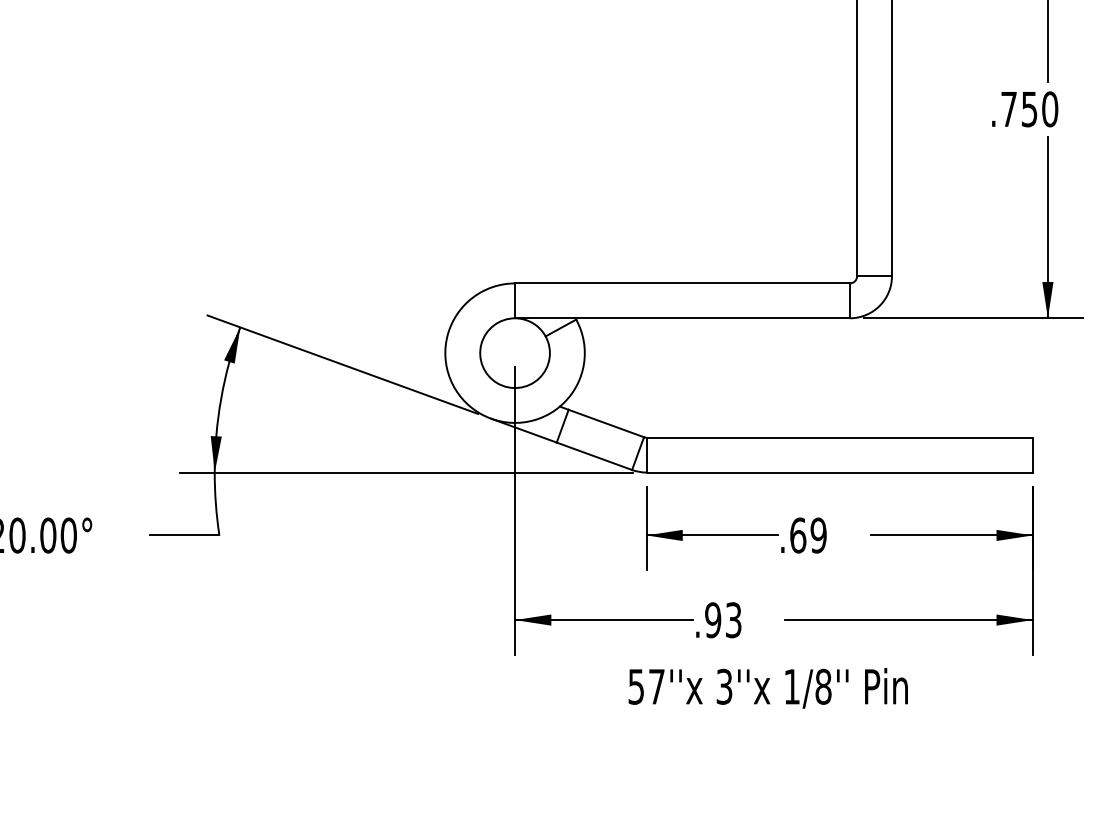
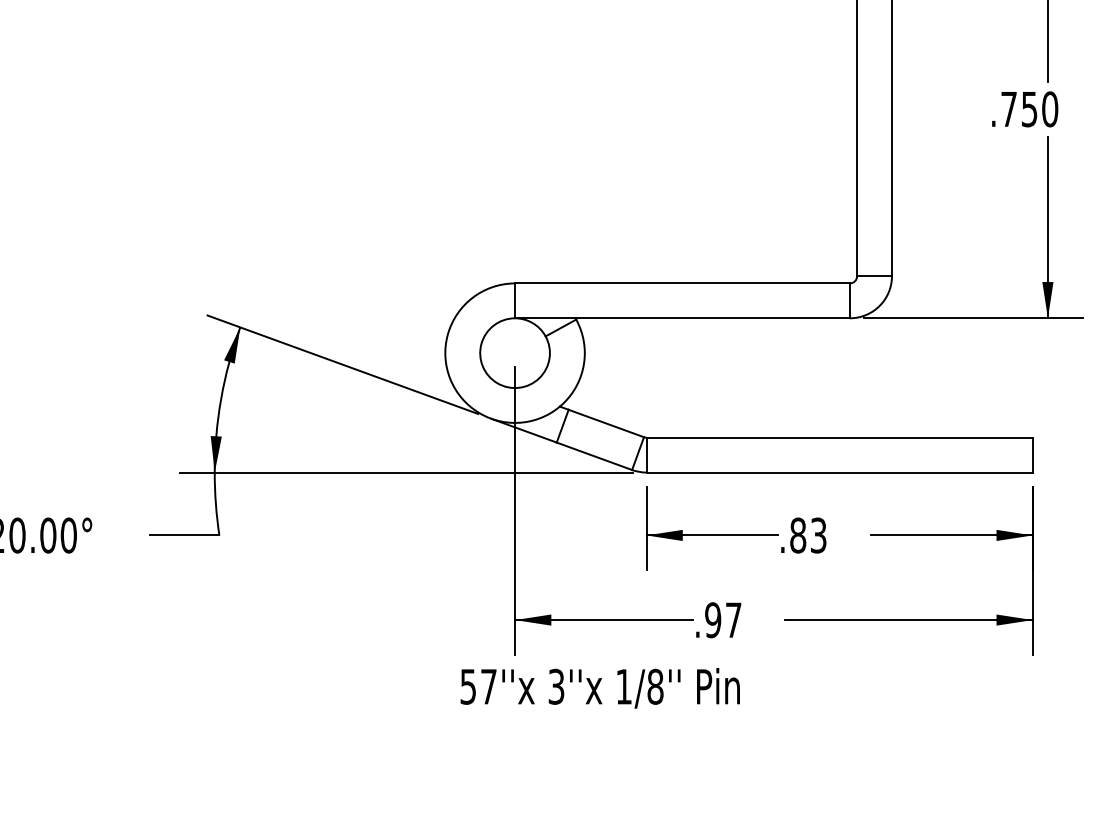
text at (808, 535): .69 -> .83
text at (733, 620): .93 -> .97
text at (767, 688) position: (767, 688) -> (599, 688)
